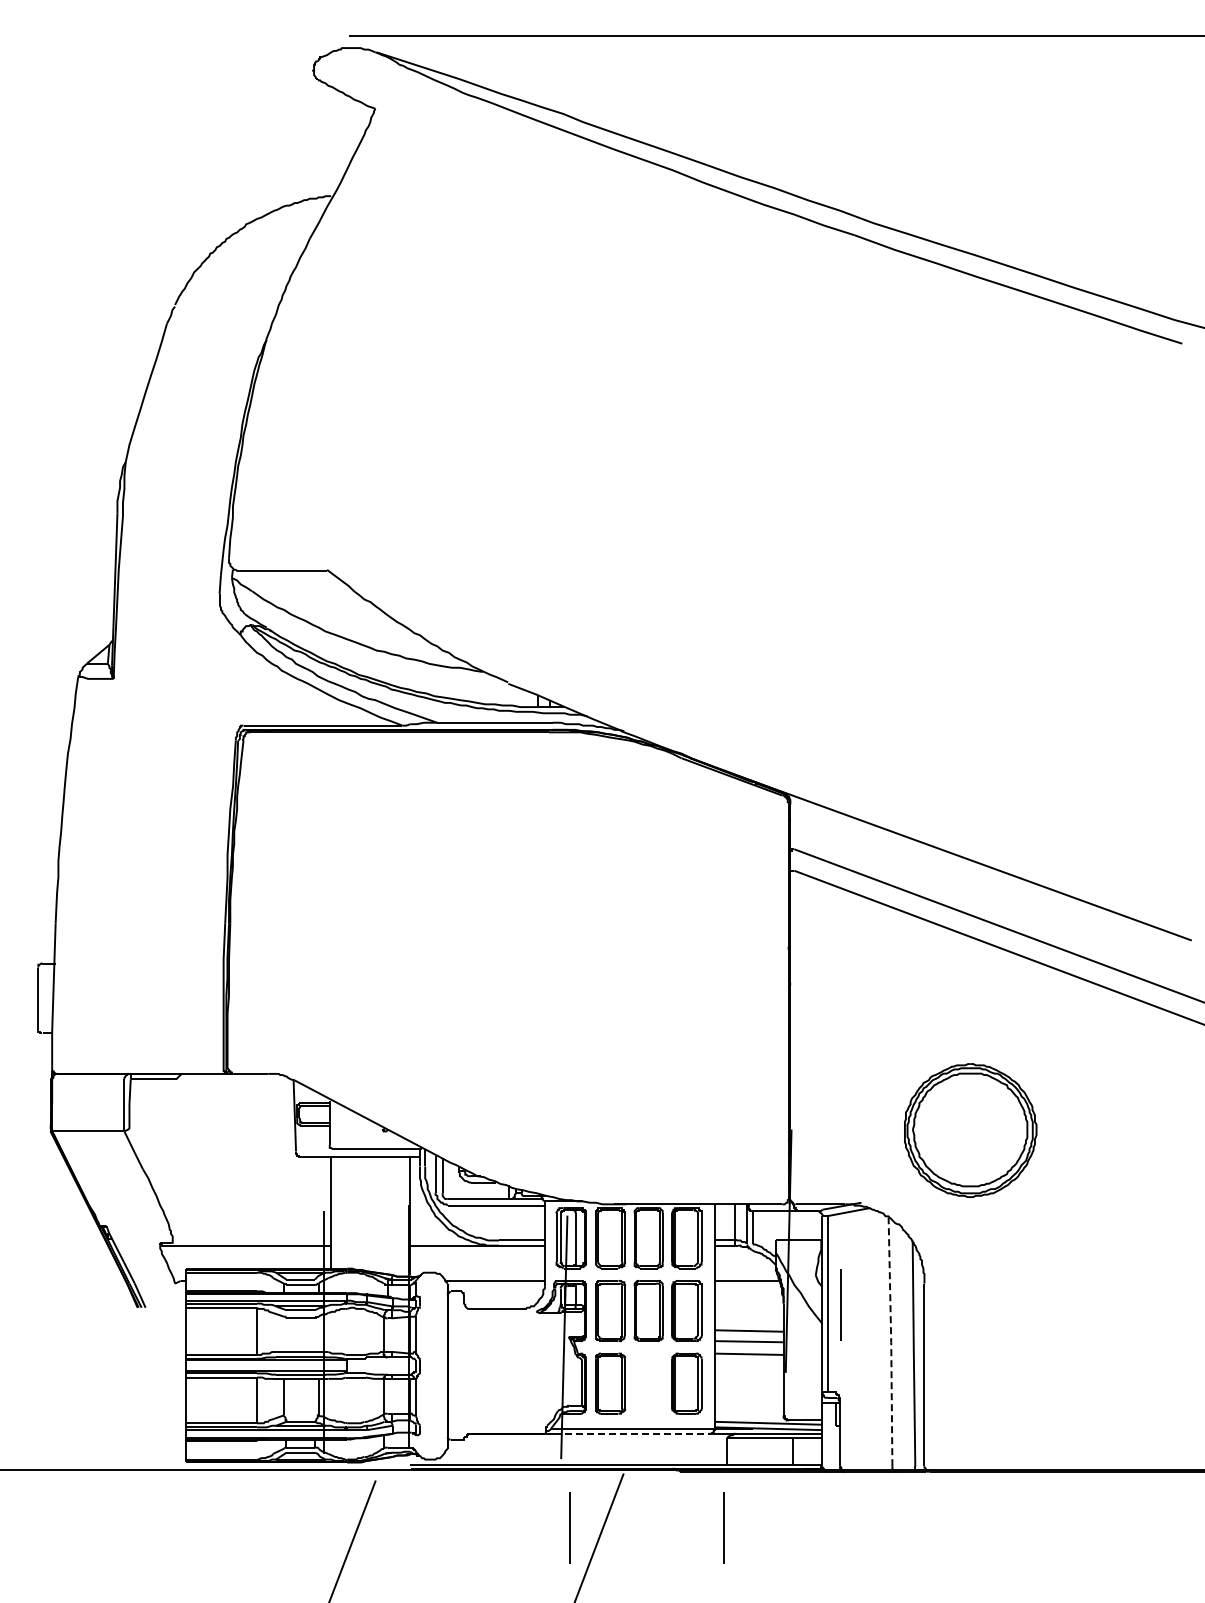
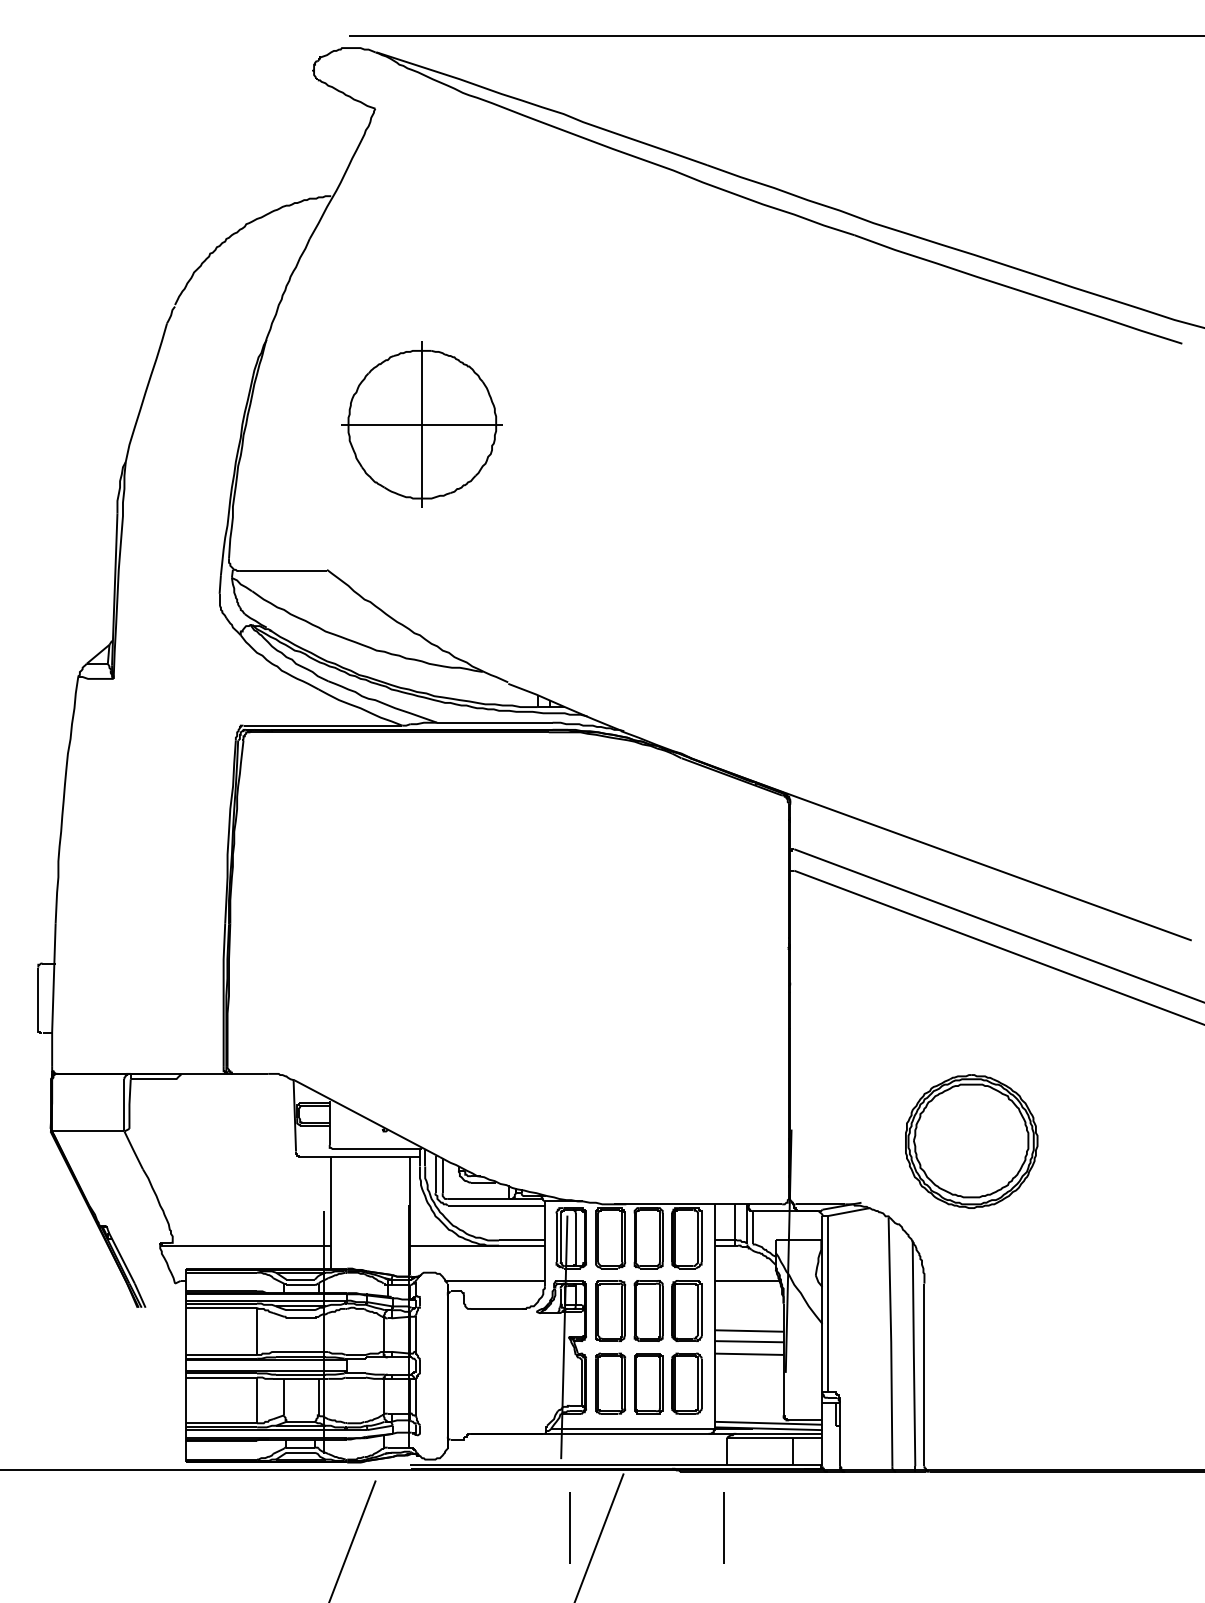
part at (421, 424): none -> present
part at (970, 1130) position: (970, 1130) -> (971, 1141)
line at (840, 1304): present -> none
line at (891, 1342): dashed -> solid
part at (648, 1383): none -> present
line at (631, 1433): dashed -> solid
